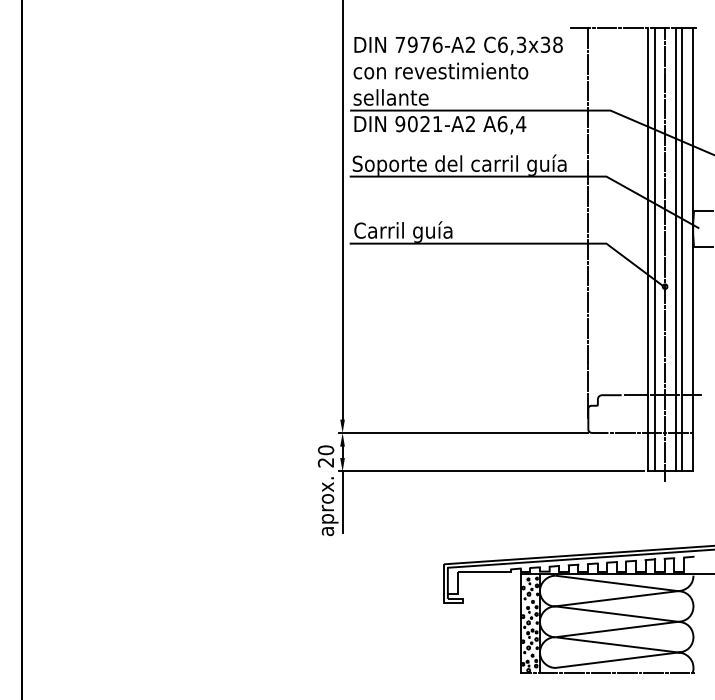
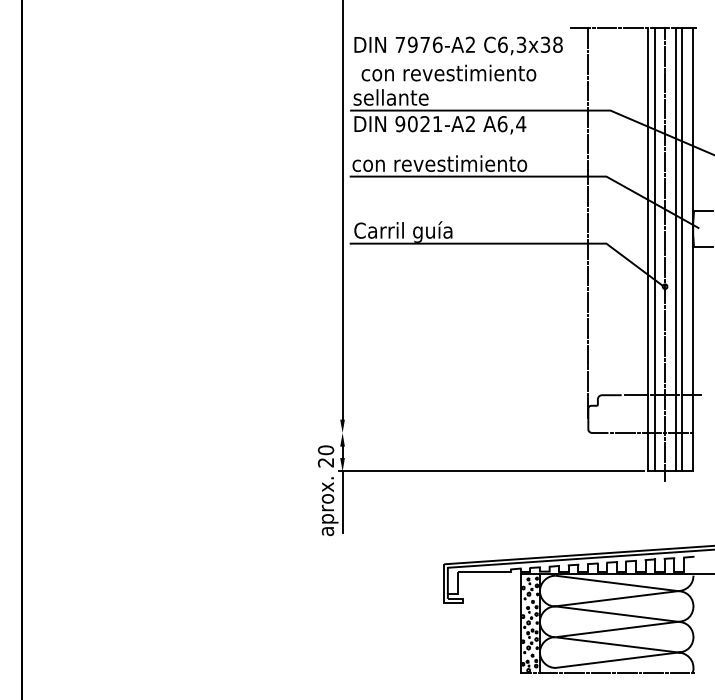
text at (440, 70) position: (440, 70) -> (448, 72)
text at (459, 164): Soporte del carril guía -> con revestimiento
line at (463, 433): present -> none
